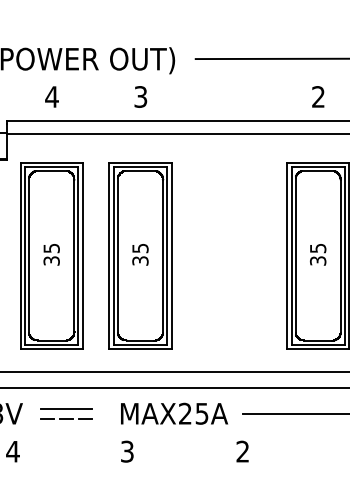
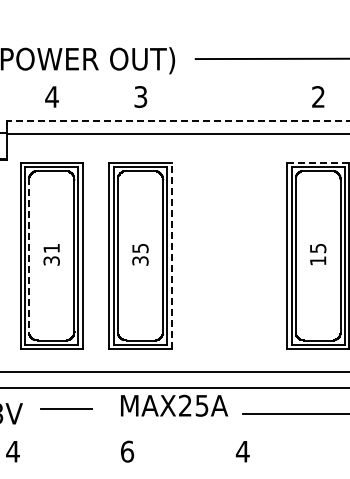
line at (178, 121): solid -> dashed
line at (317, 162): solid -> dashed
text at (51, 248): 35 -> 31
line at (29, 255): solid -> dashed
line at (171, 255): solid -> dashed
text at (317, 260): 35 -> 15
text at (174, 413) position: (174, 413) -> (174, 405)
line at (66, 418): present -> none
text at (127, 451): 3 -> 6
text at (242, 451): 2 -> 4
